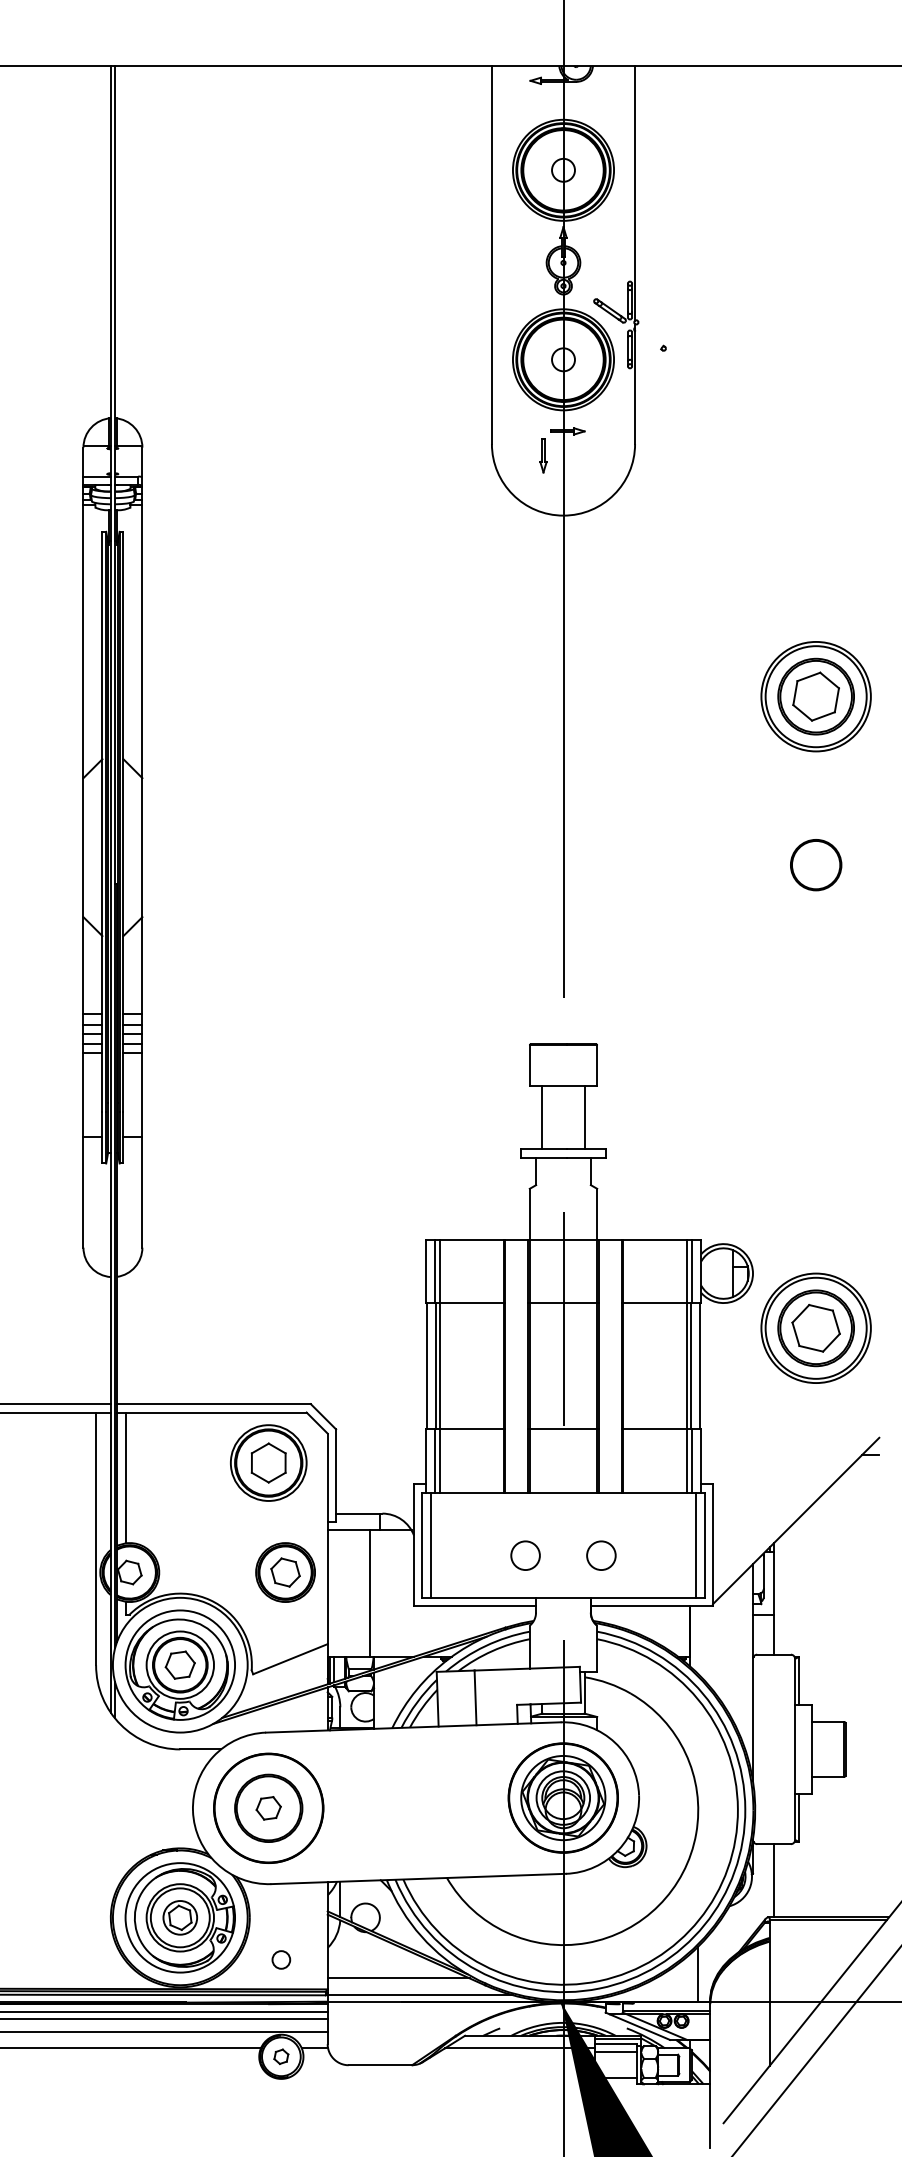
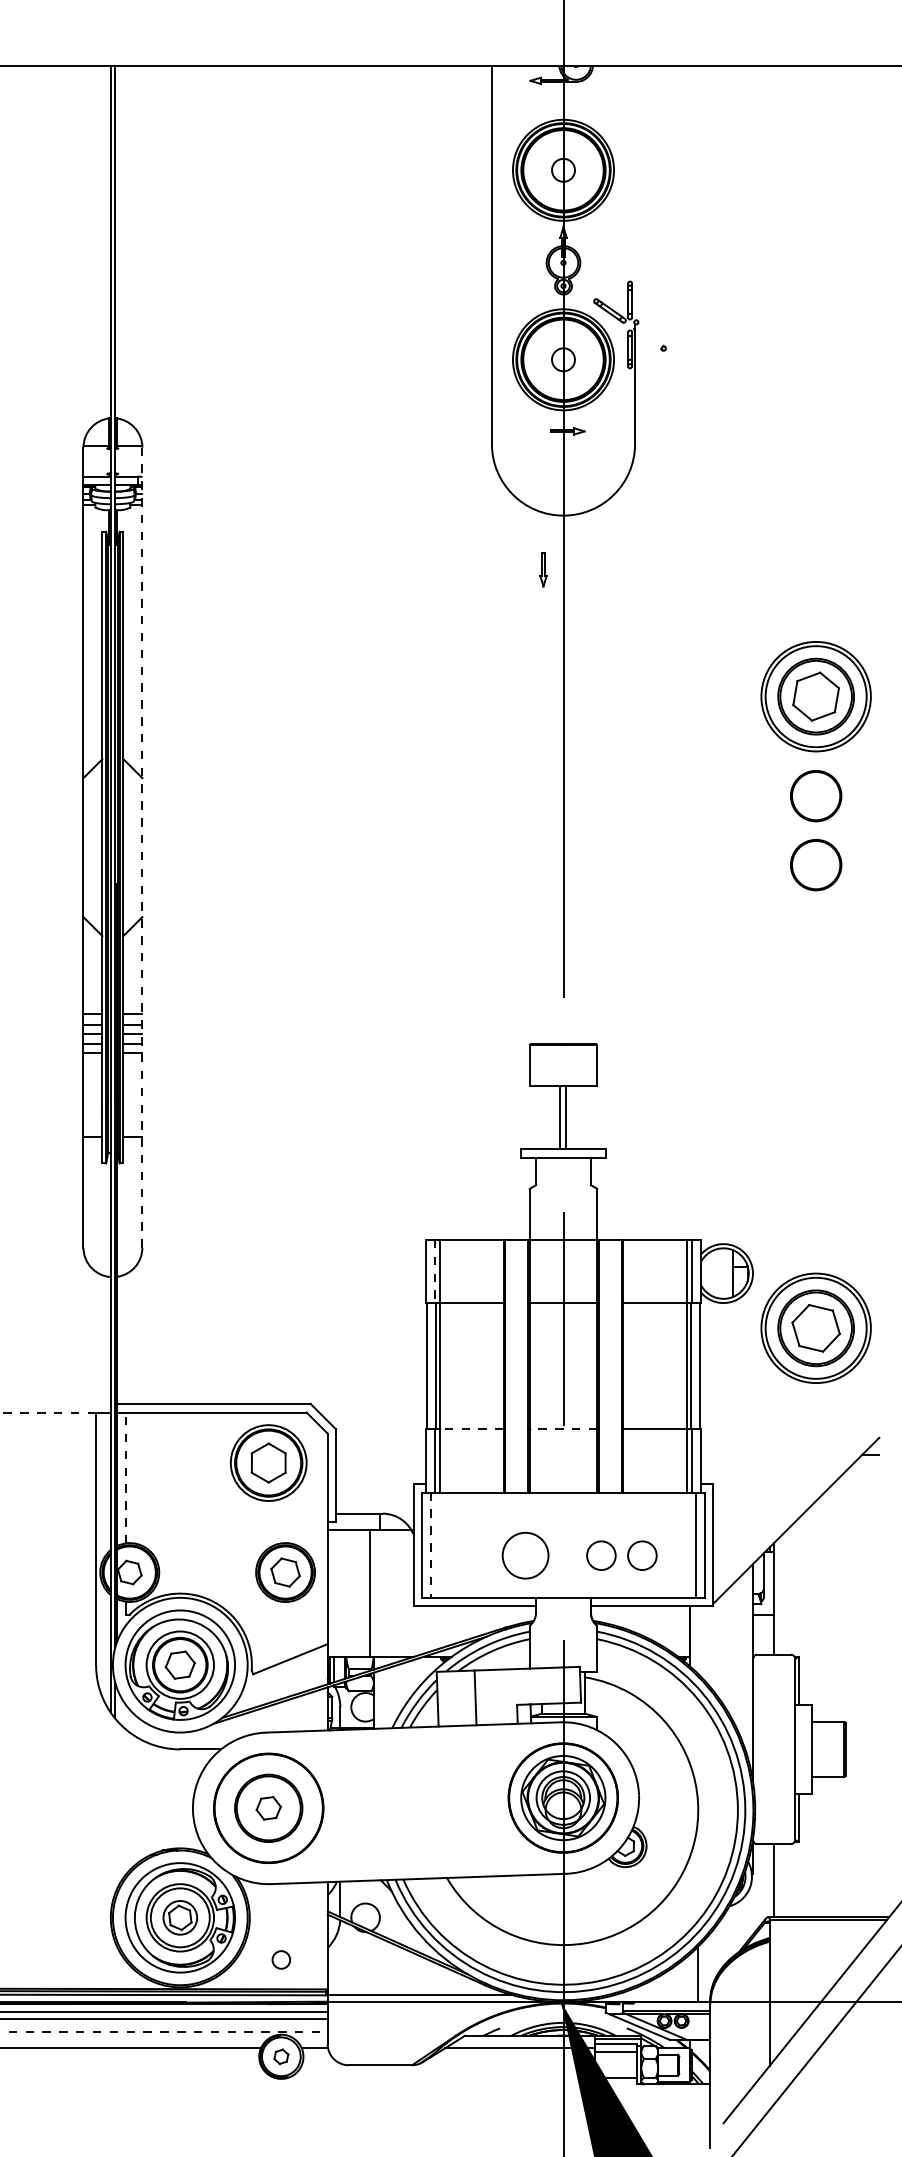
line at (635, 192): present -> none
part at (543, 455) position: (543, 455) -> (543, 569)
part at (816, 796): none -> present
line at (142, 847): solid -> dashed
line at (542, 1117) position: (542, 1117) -> (560, 1117)
line at (584, 1117) position: (584, 1117) -> (565, 1117)
line at (435, 1271): solid -> dashed
line at (56, 1404): present -> none
line at (48, 1412): solid -> dashed
line at (471, 1429): solid -> dashed
line at (563, 1429): solid -> dashed
line at (125, 1477): solid -> dashed
line at (430, 1545): solid -> dashed
circle at (525, 1555) diameter: 29 px -> 46 px
circle at (642, 1555): none -> present
line at (398, 1978): present -> none
line at (164, 2031): solid -> dashed
